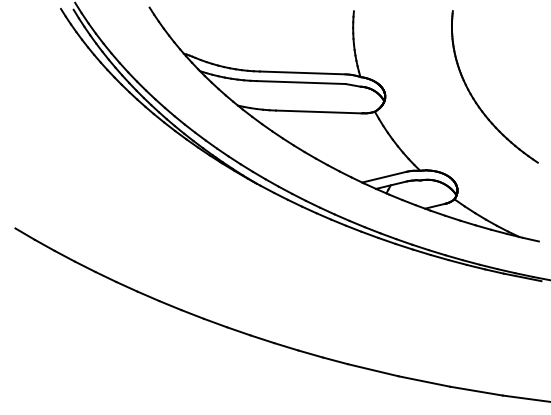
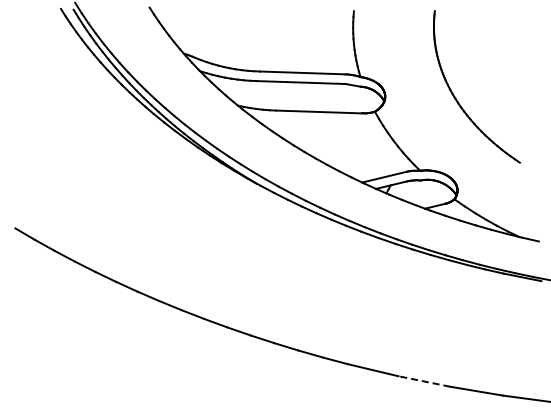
part at (473, 96) position: (473, 96) -> (455, 96)
line at (423, 381): solid -> dashed
